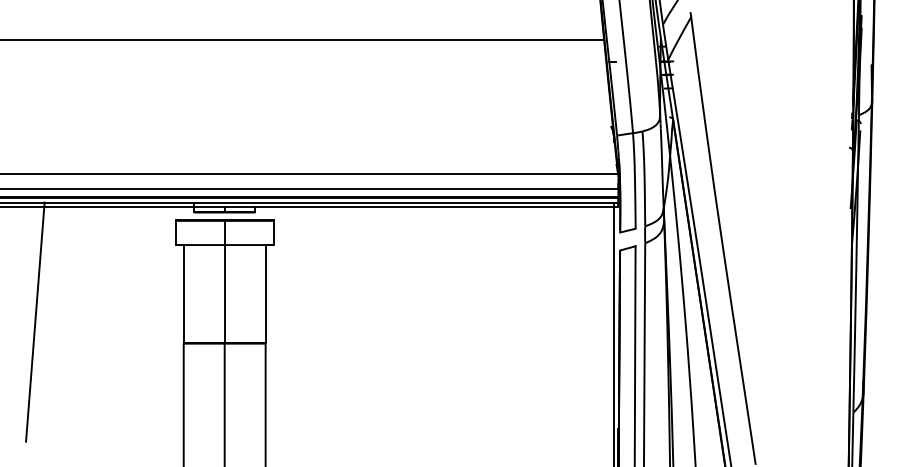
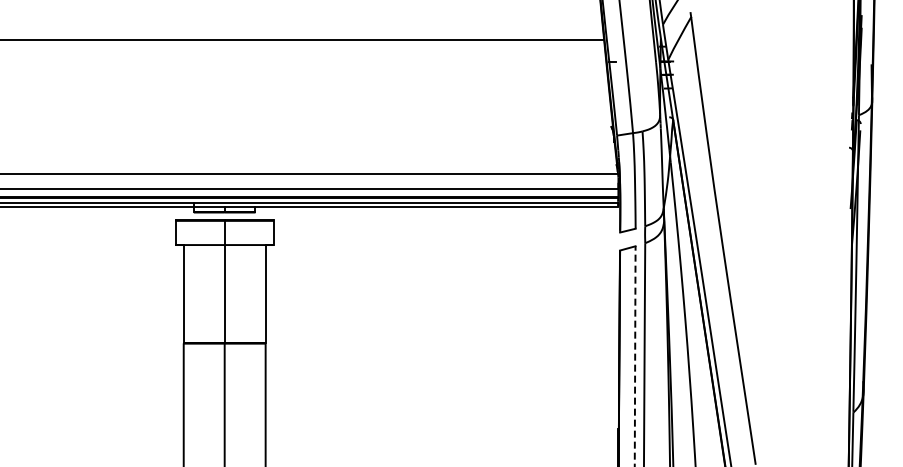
line at (35, 321): present -> none
line at (613, 332): present -> none
line at (635, 356): solid -> dashed
